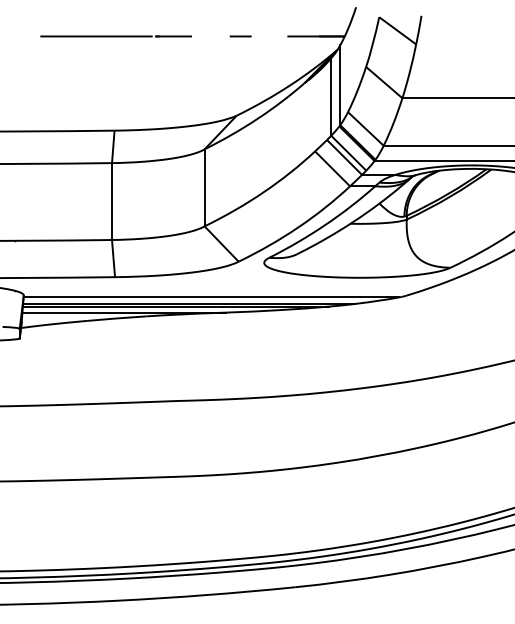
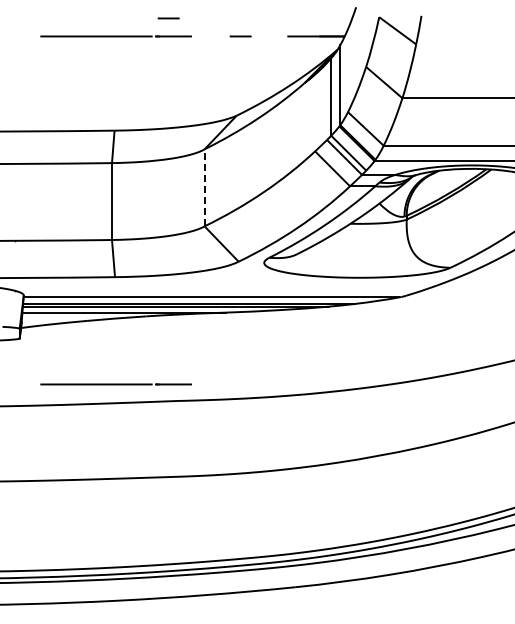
line at (168, 18): none -> present
line at (204, 187): solid -> dashed
line at (115, 384): none -> present
